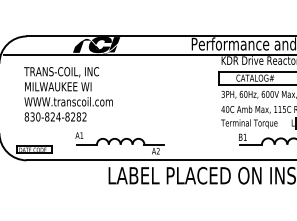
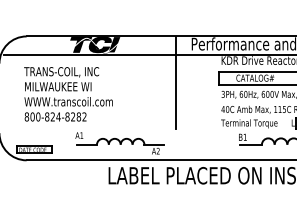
fill at (81, 40): none -> present
line at (176, 82): none -> present
text at (32, 116): 830-824-8282 -> 800-824-8282
